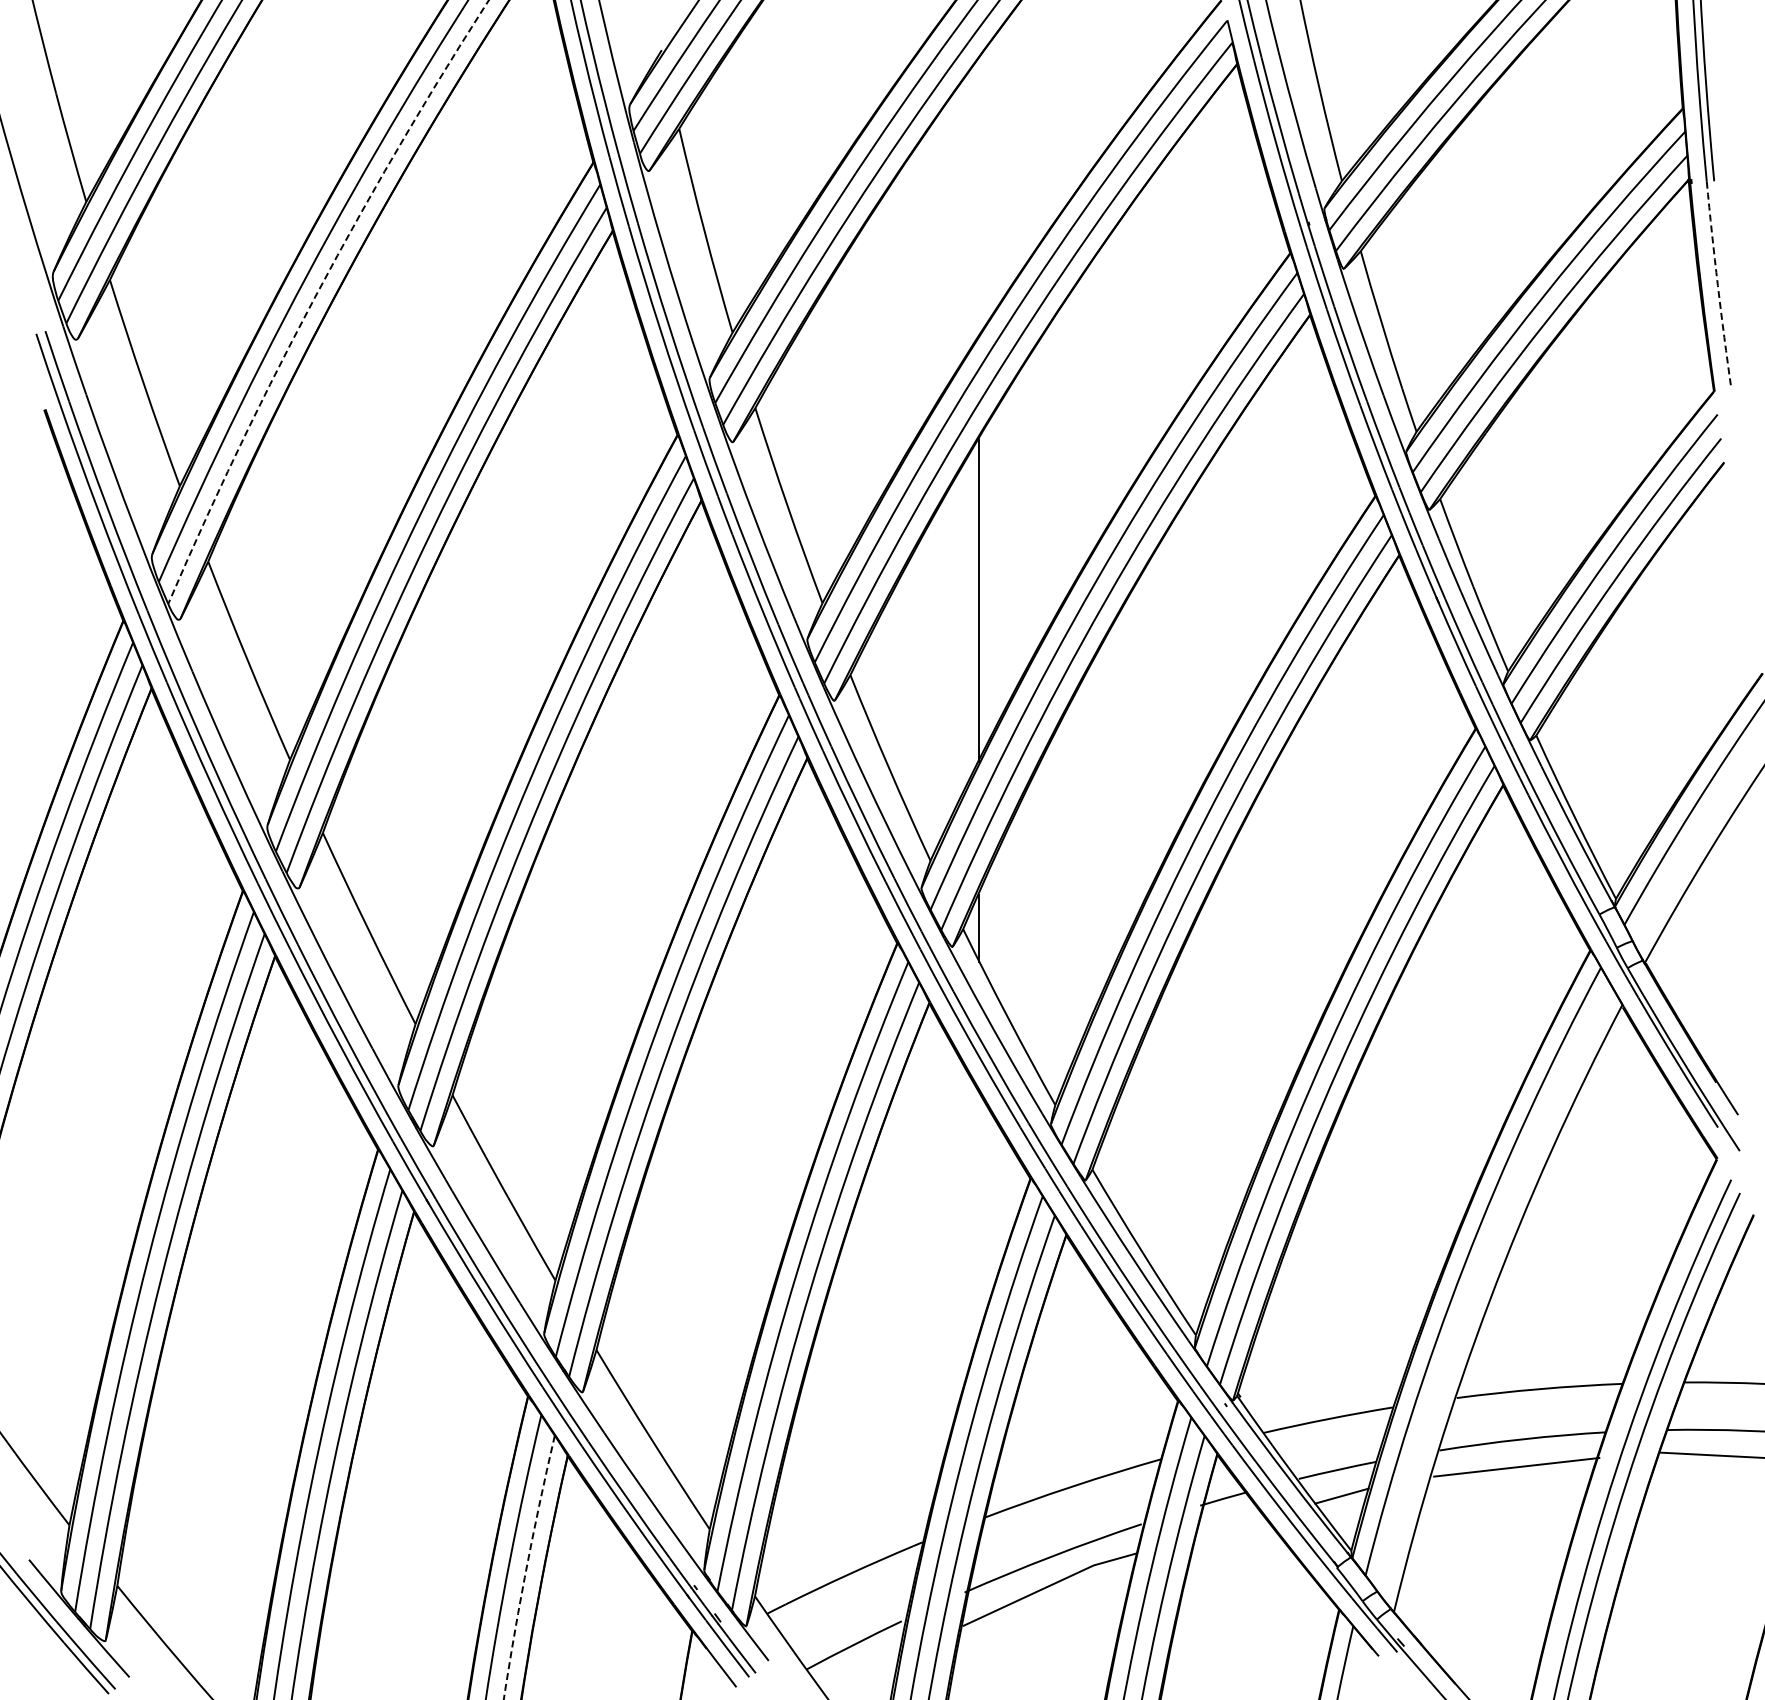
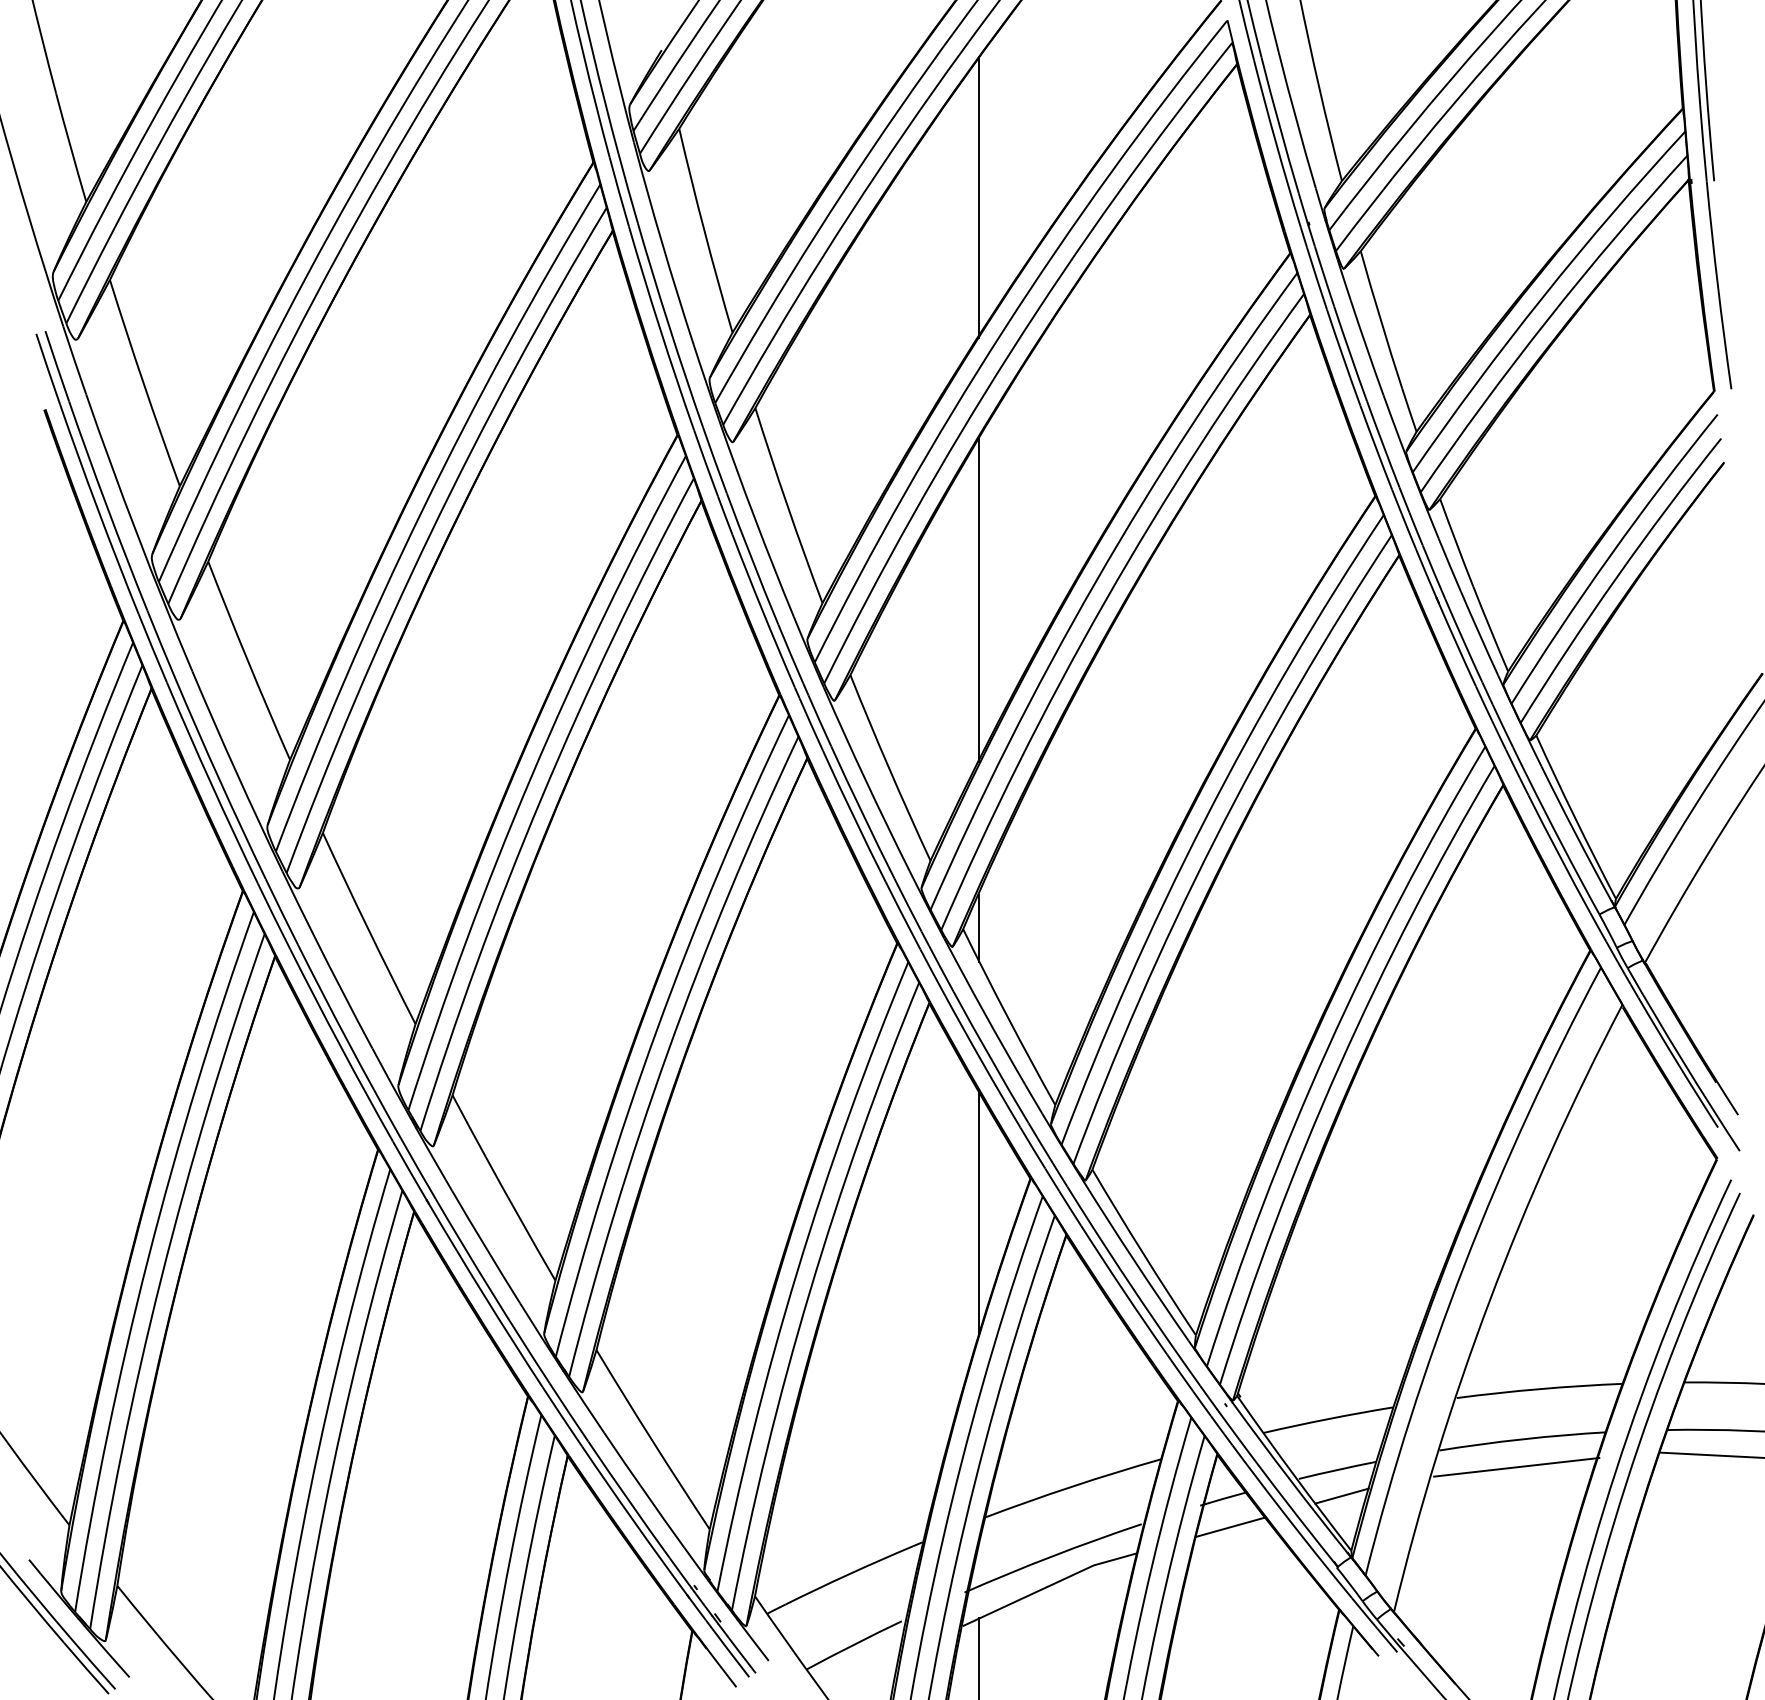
line at (979, 197): none -> present
arc at (1717, 285): dashed -> solid
arc at (315, 295): dashed -> solid
line at (979, 1213): none -> present
line at (1229, 1526): none -> present
arc at (526, 1568): dashed -> solid
line at (979, 1657): none -> present
